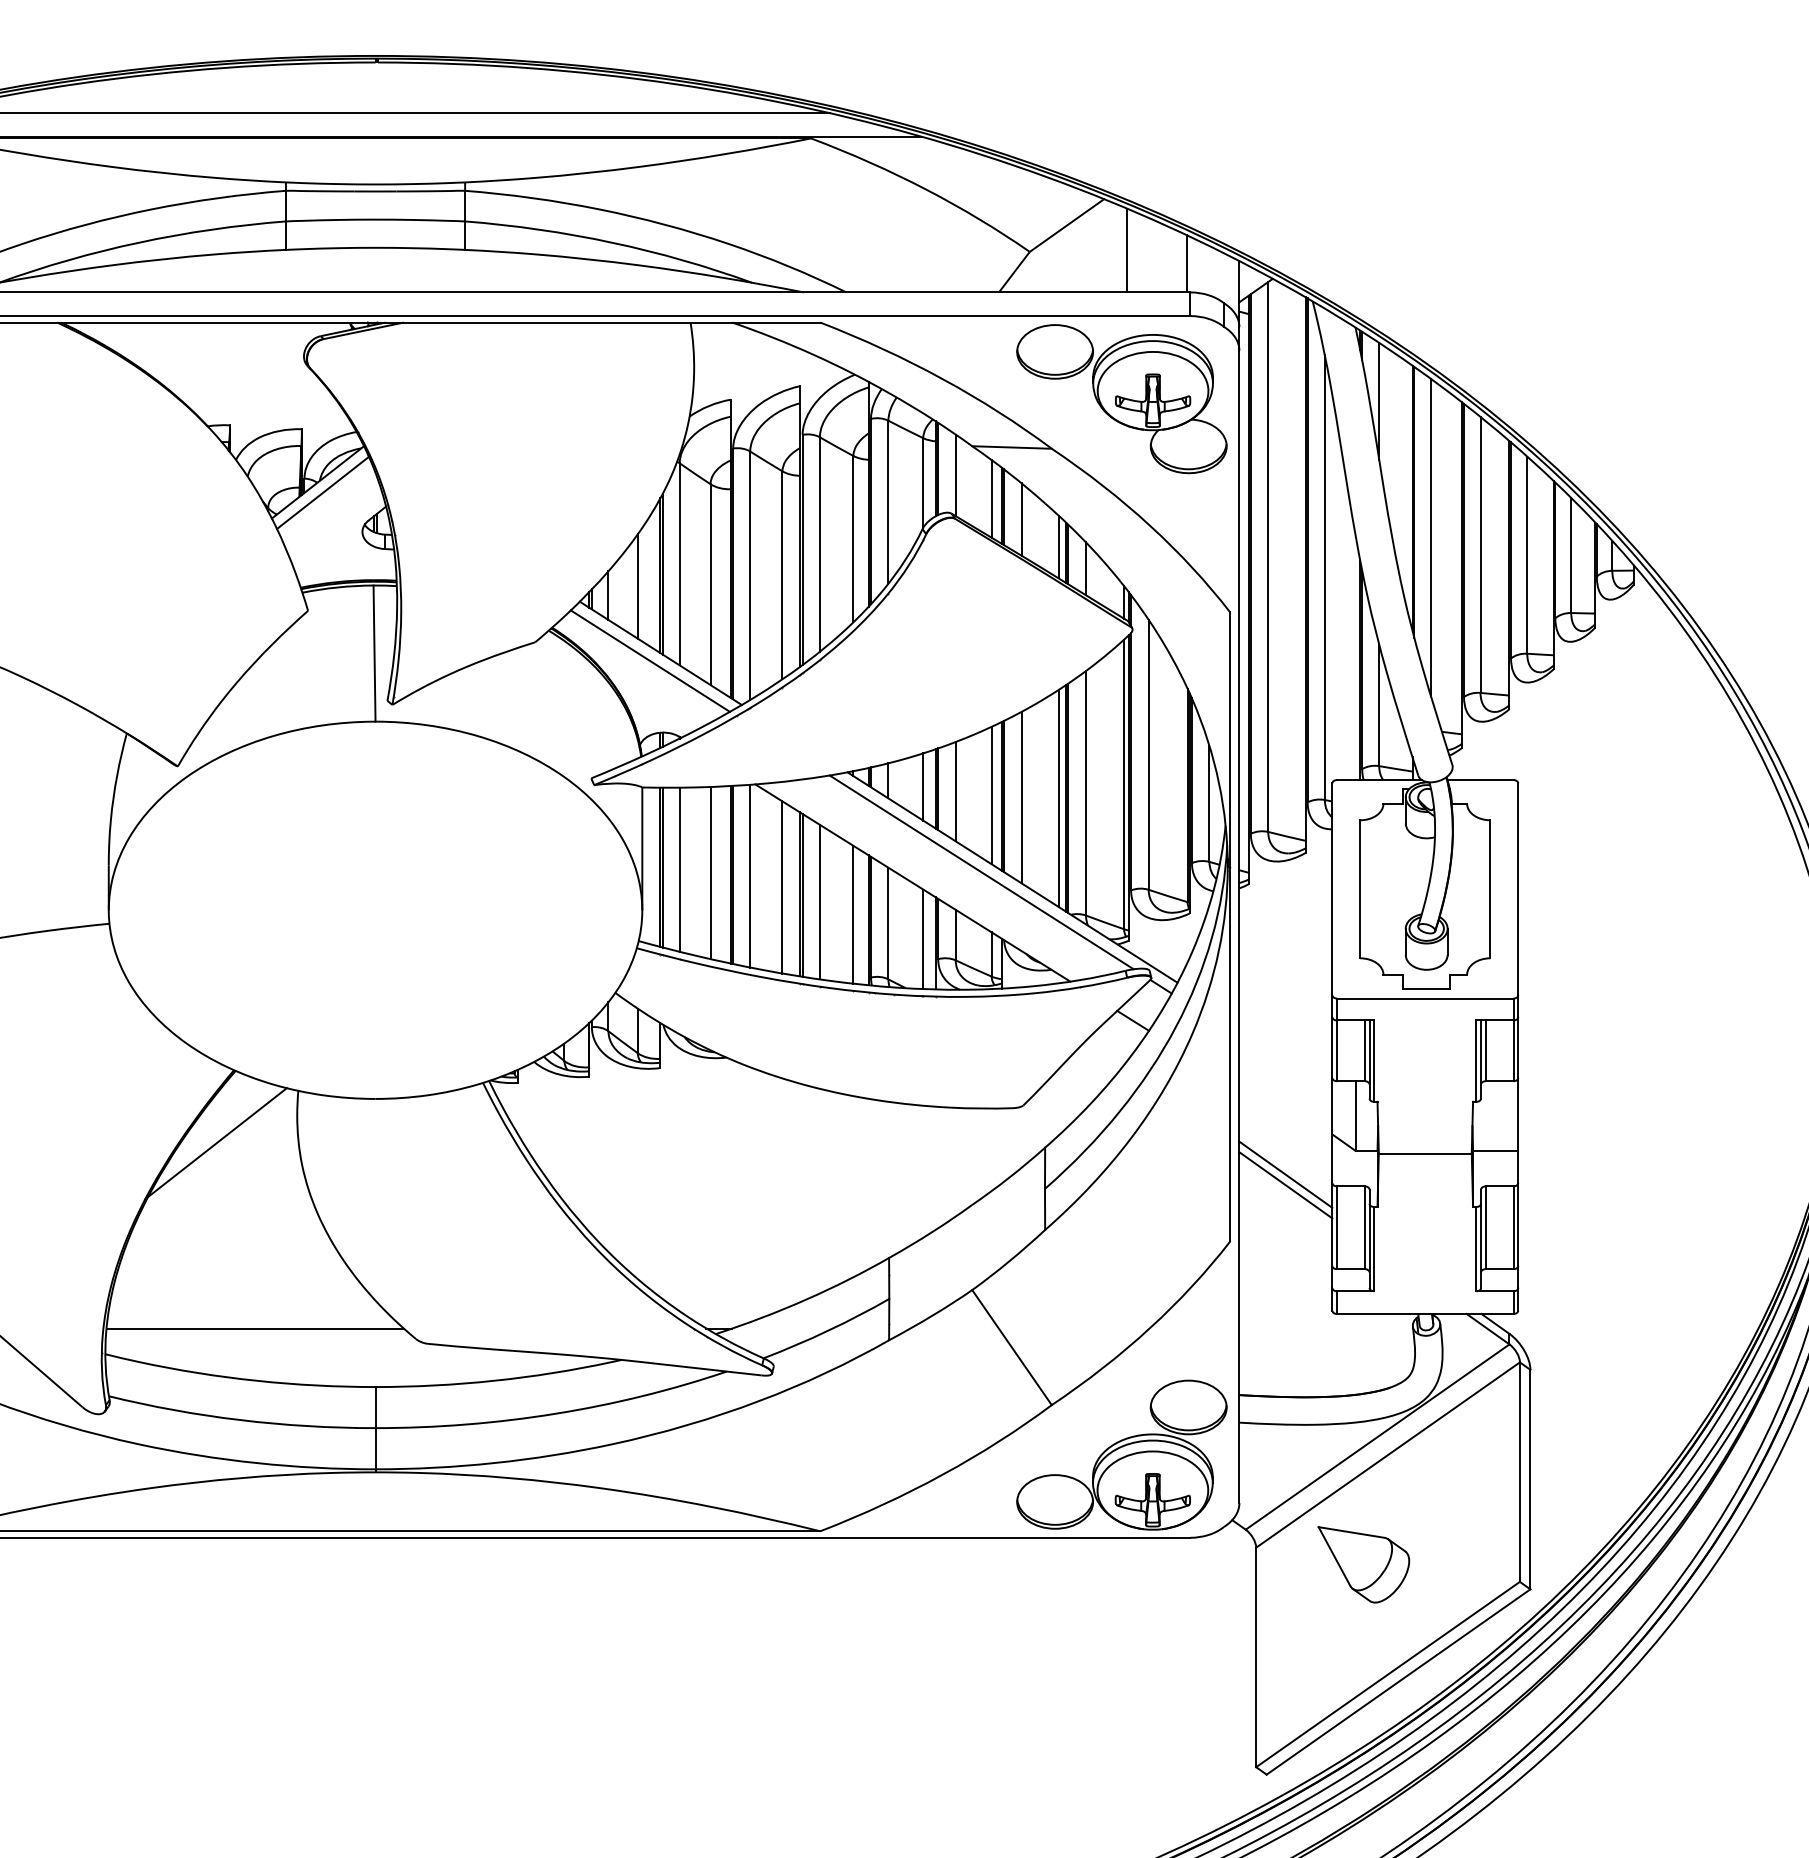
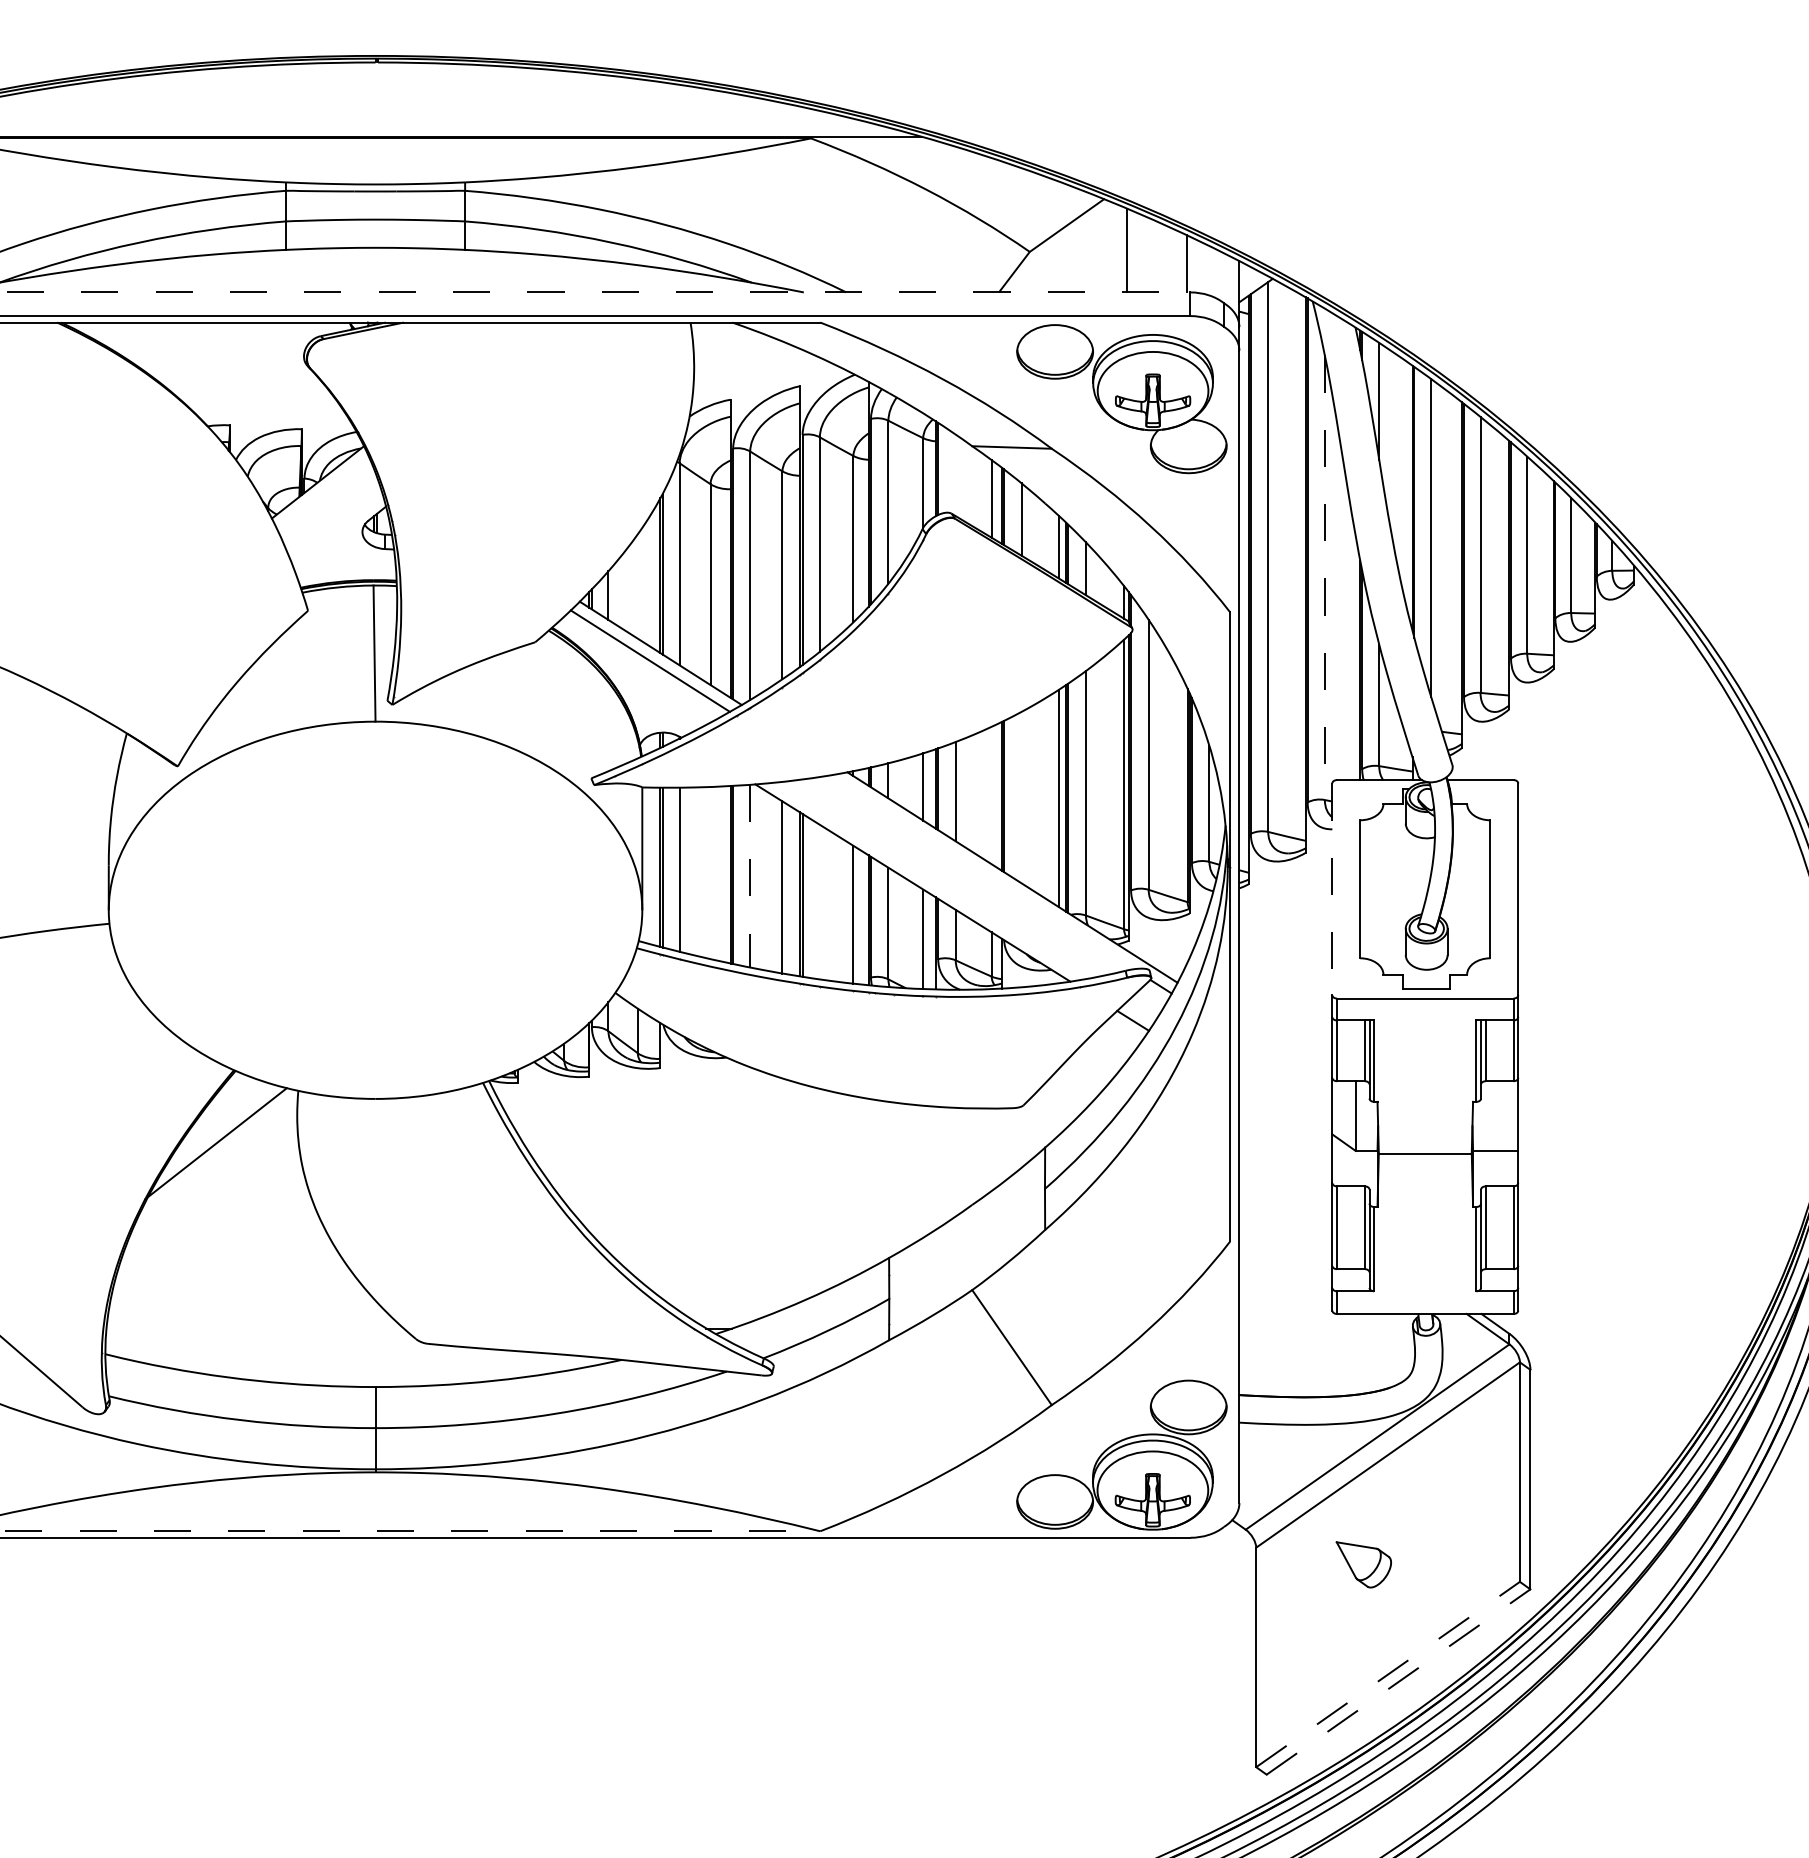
line at (415, 113): present -> none
line at (595, 292): solid -> dashed
line at (955, 475): present -> none
line at (322, 492): present -> none
line at (1324, 578): solid -> dashed
line at (637, 586): present -> none
line at (991, 795): present -> none
line at (1021, 797): present -> none
line at (981, 872): present -> none
line at (710, 873): present -> none
line at (750, 876): solid -> dashed
line at (1332, 889): solid -> dashed
line at (819, 901): present -> none
line at (1285, 1174): present -> none
line at (1285, 1185): present -> none
line at (254, 1328): present -> none
line at (410, 1531): solid -> dashed
part at (1363, 1564) size: 94x78 px -> 57x48 px
line at (1388, 1674): solid -> dashed
line at (1398, 1681): solid -> dashed
